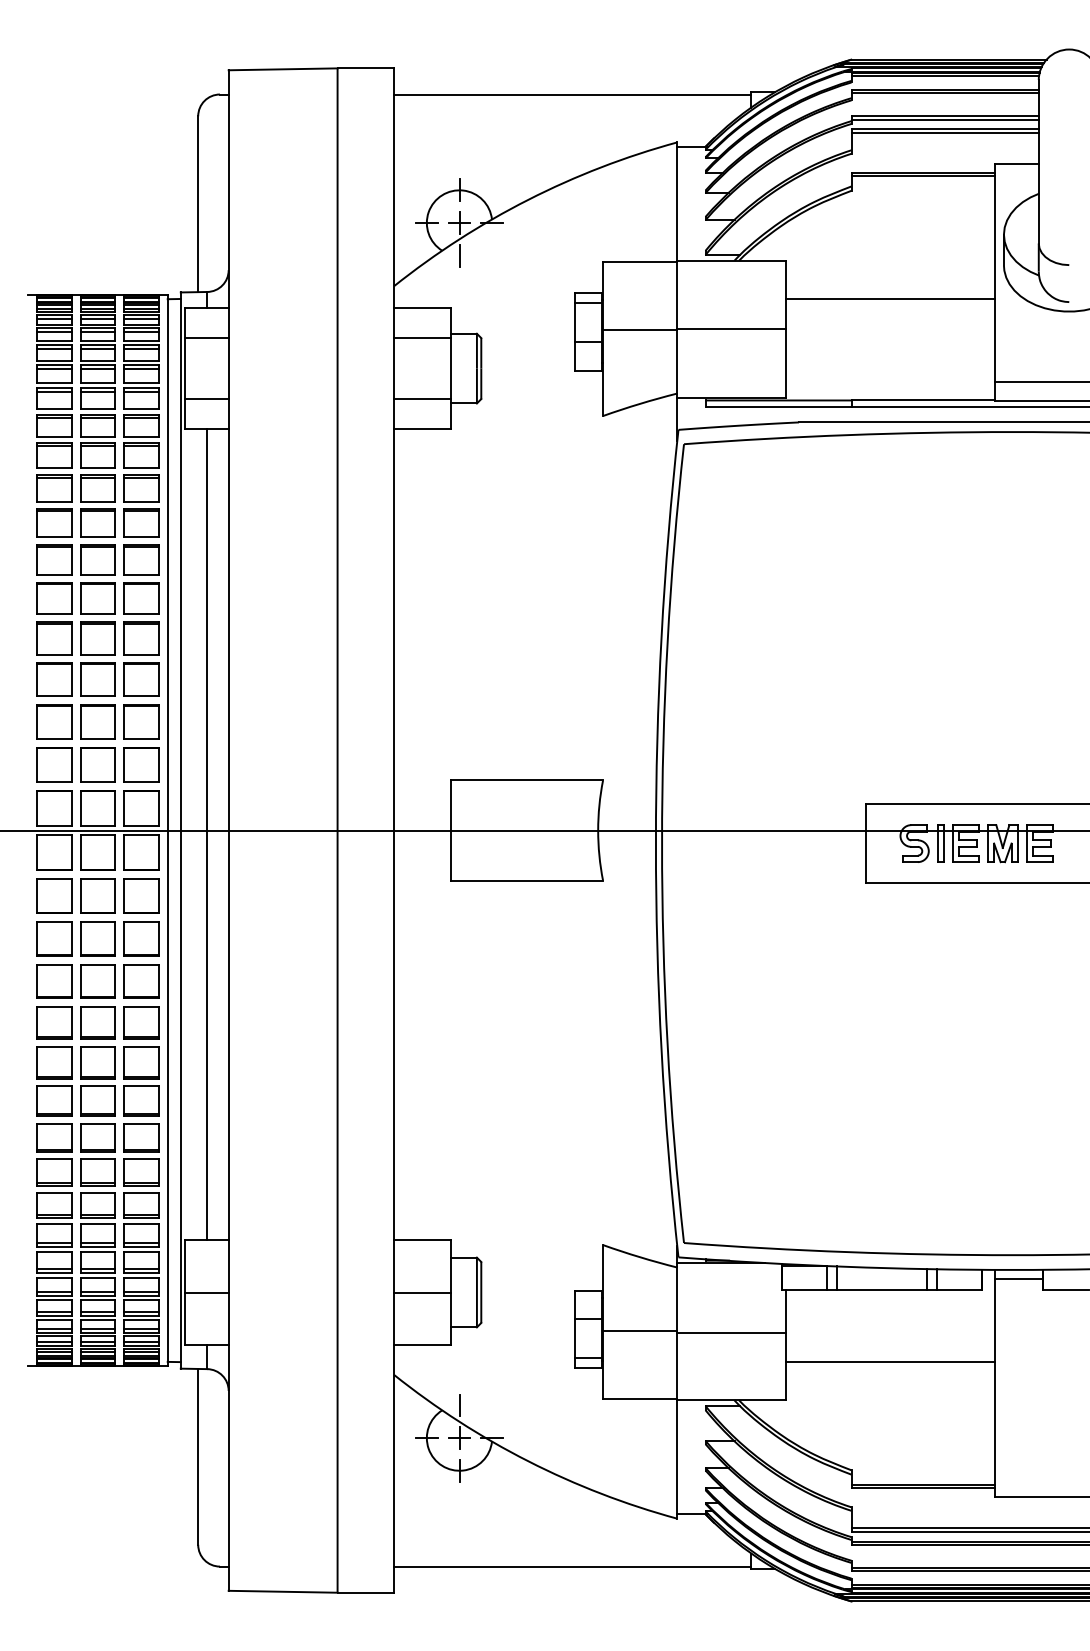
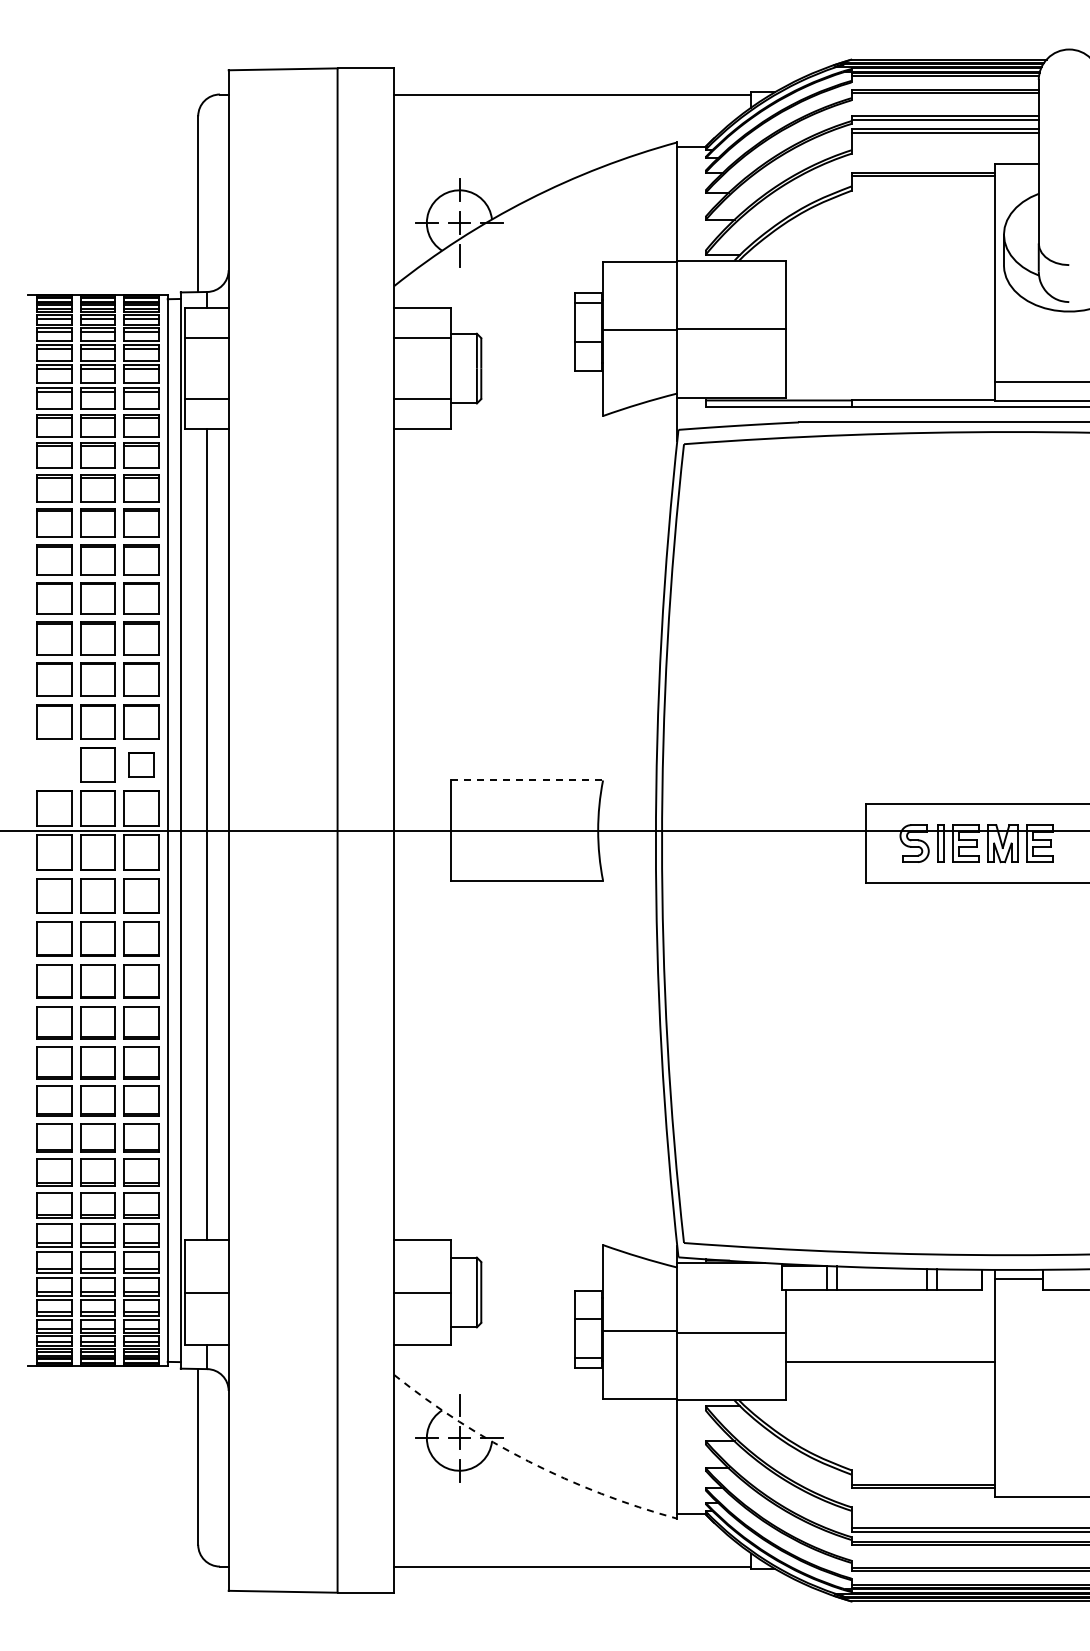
line at (890, 298): present -> none
part at (54, 764): present -> none
part at (141, 764) size: 37x36 px -> 27x26 px
line at (527, 780): solid -> dashed
arc at (528, 1461): solid -> dashed
